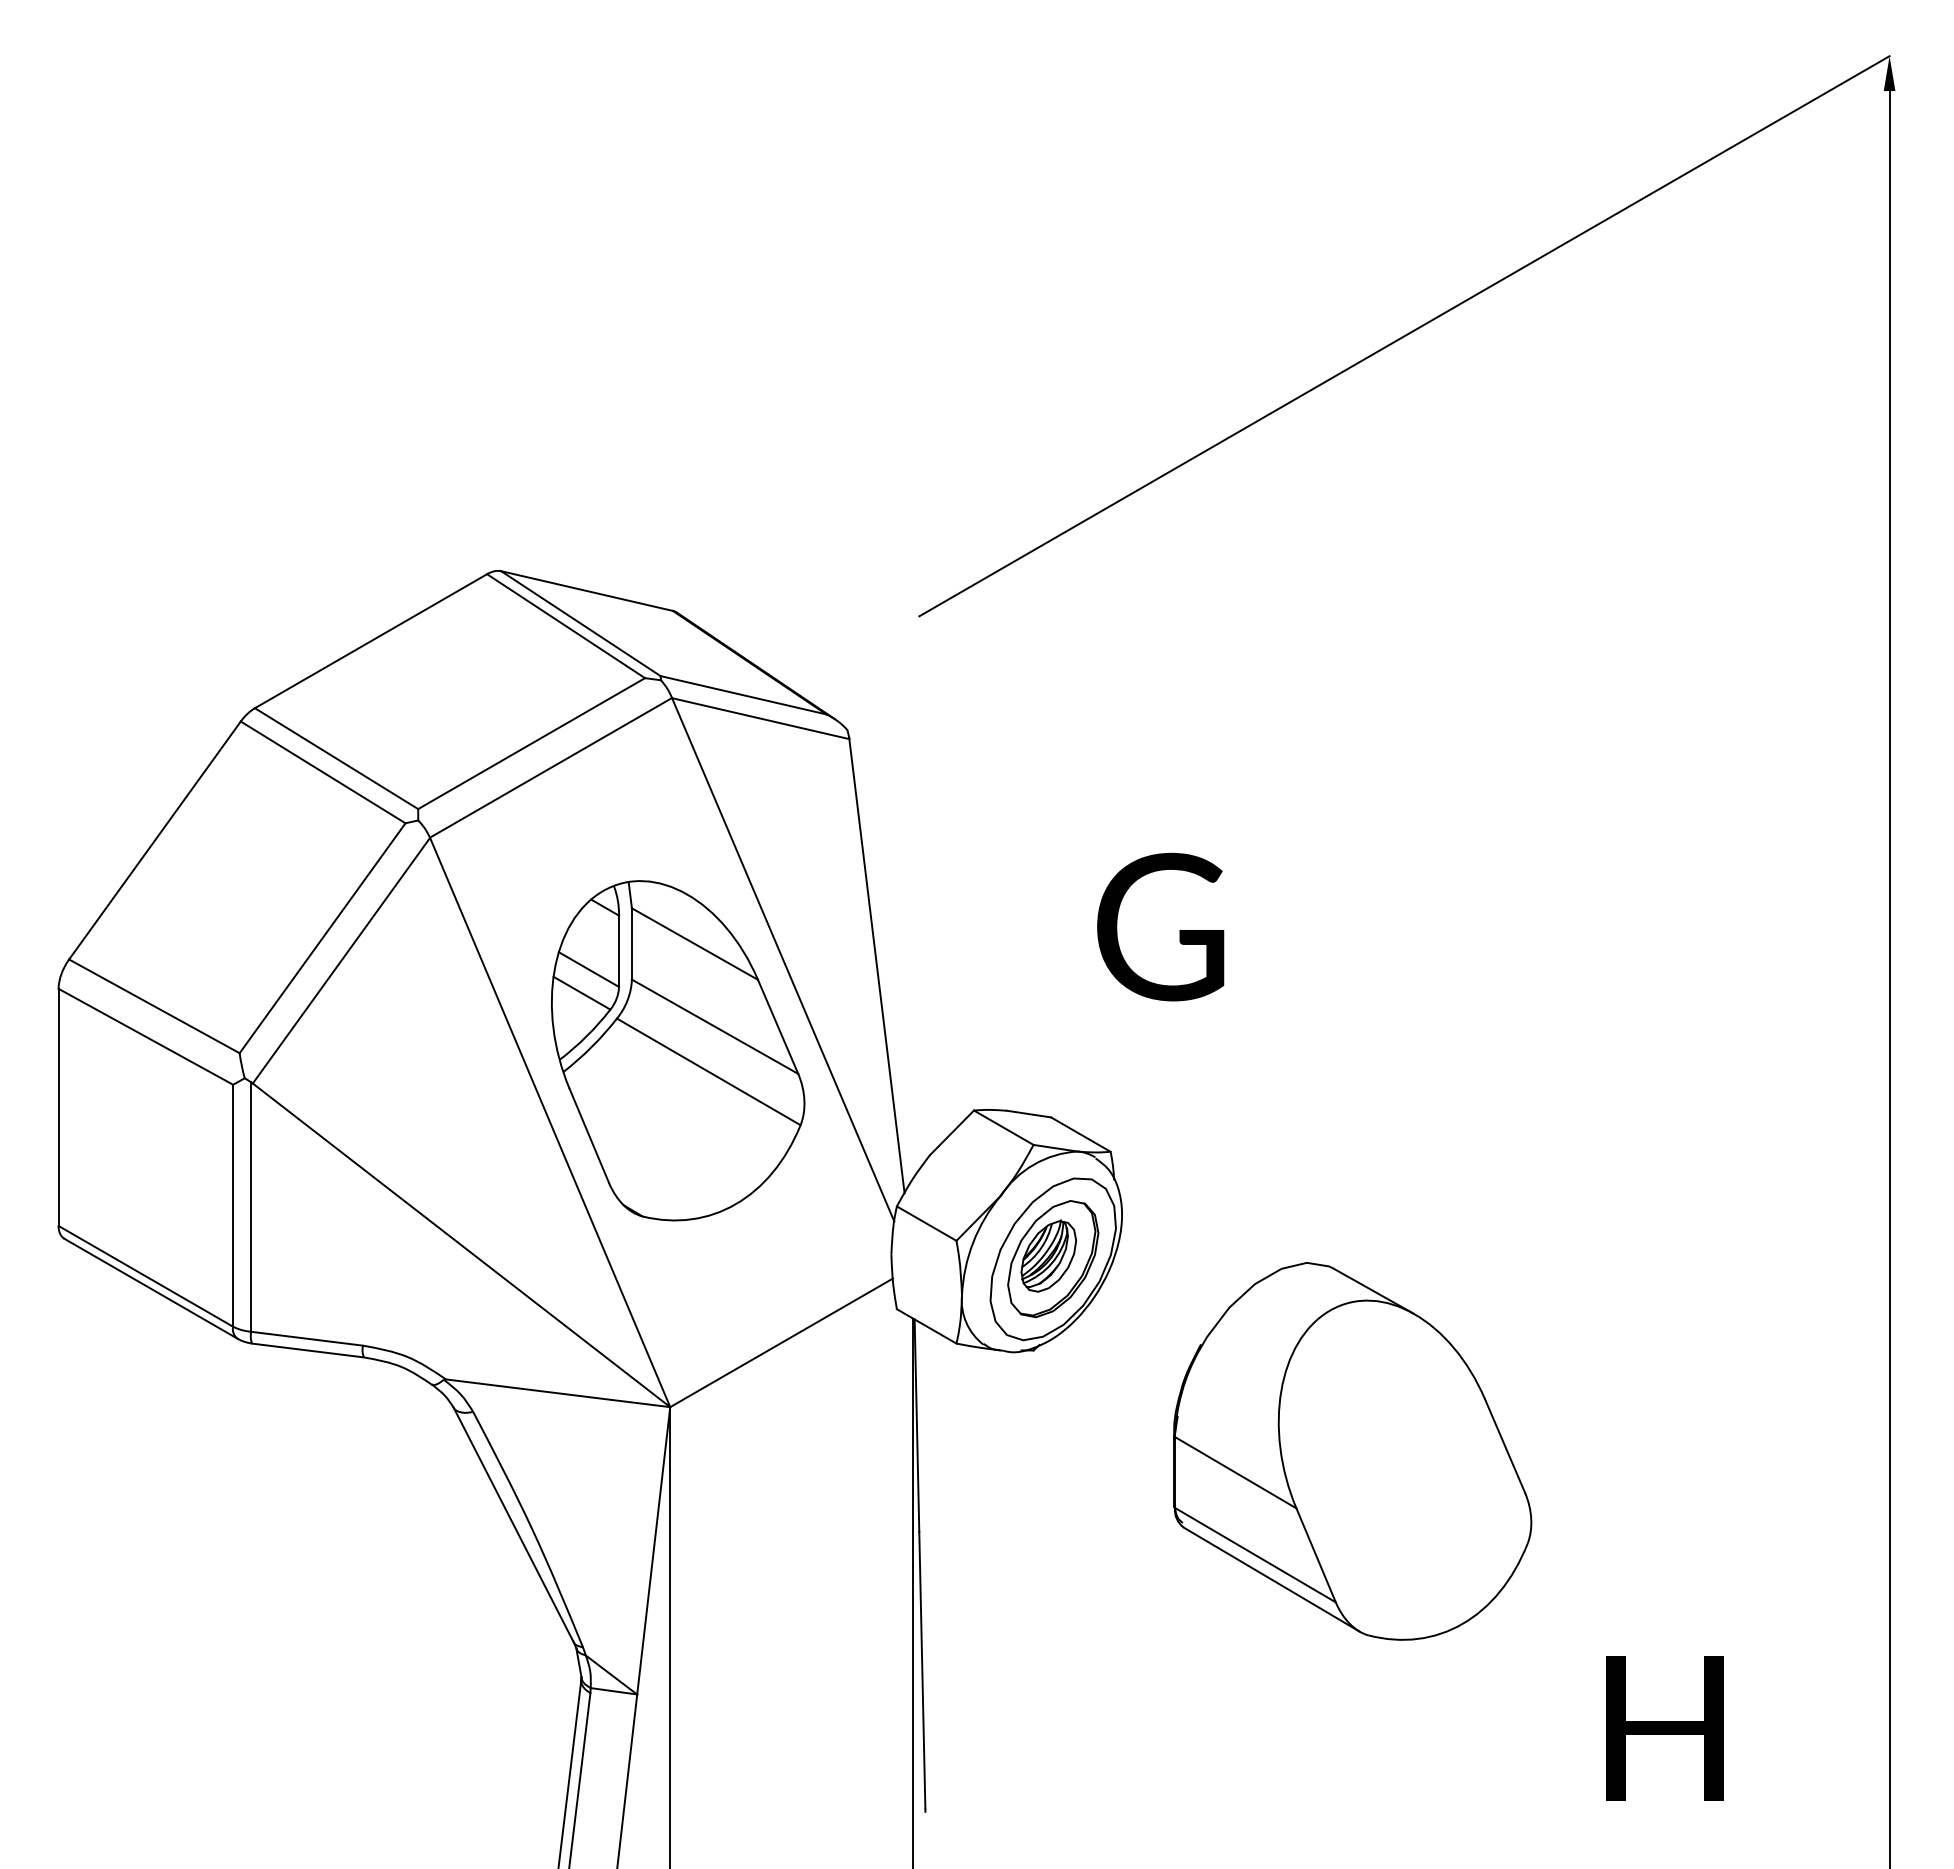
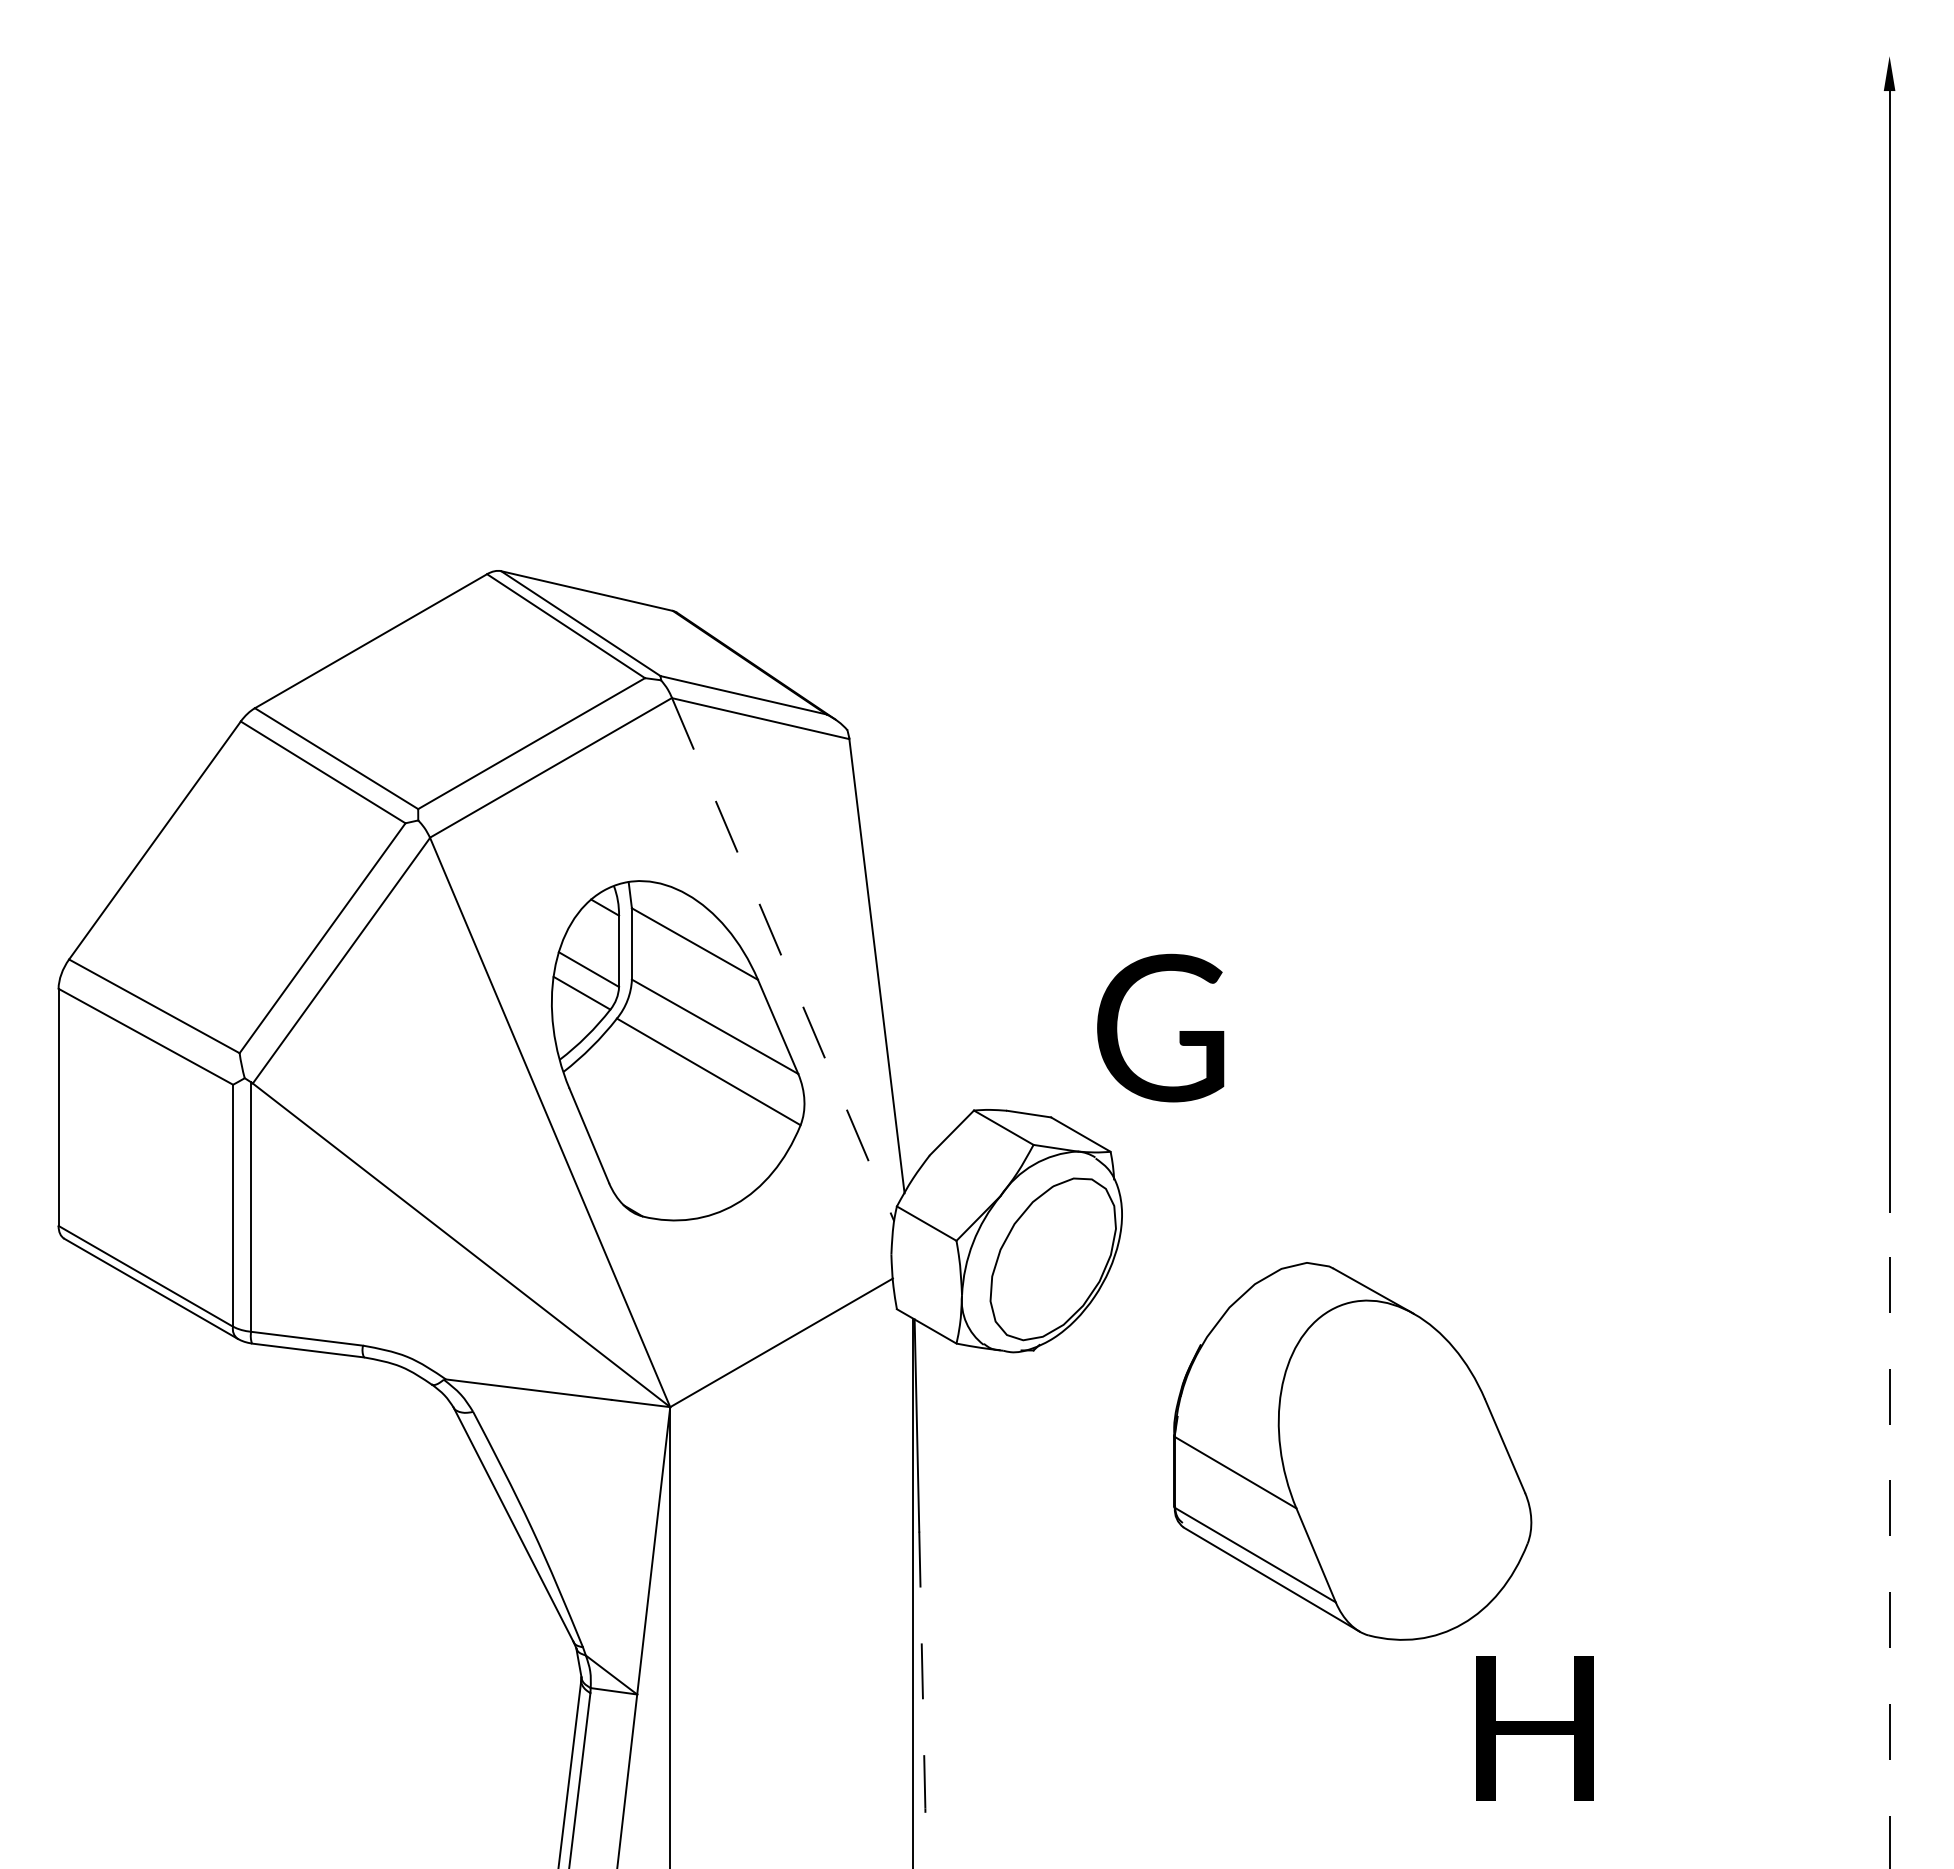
line at (1404, 336): present -> none
text at (1160, 926) position: (1160, 926) -> (1160, 1027)
line at (783, 960): solid -> dashed
part at (1053, 1259): present -> none
line at (1889, 1541): solid -> dashed
line at (922, 1670): solid -> dashed
text at (1664, 1728) position: (1664, 1728) -> (1534, 1728)
